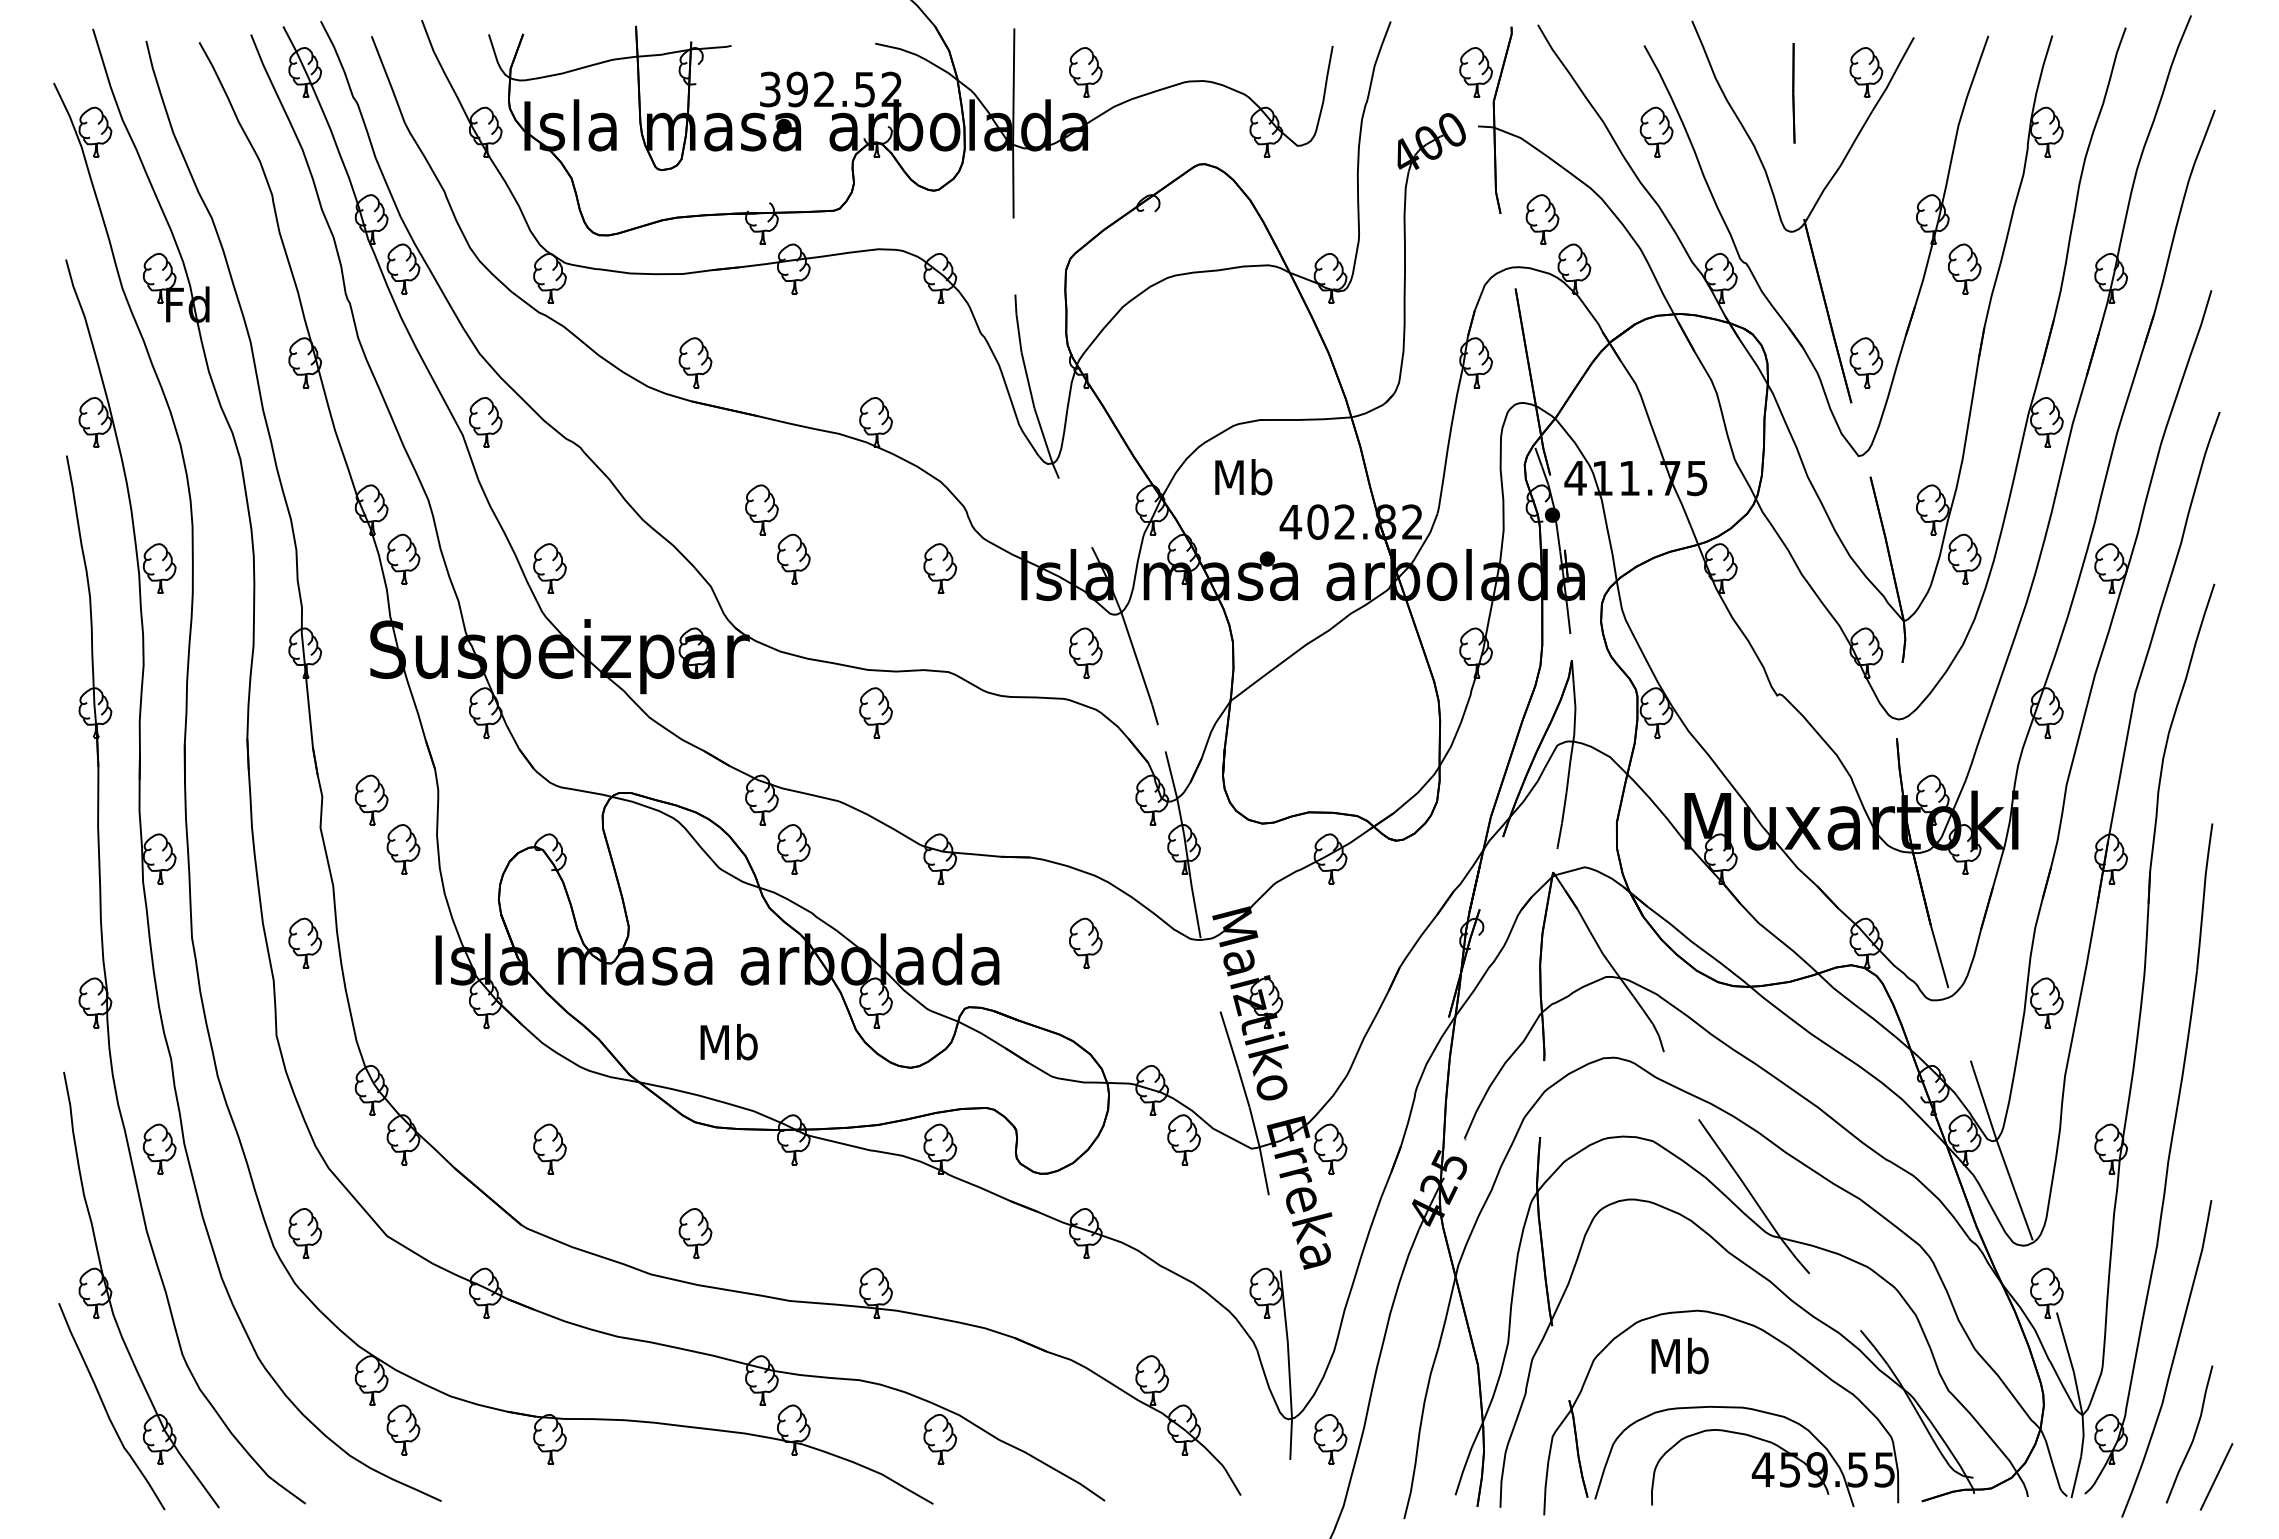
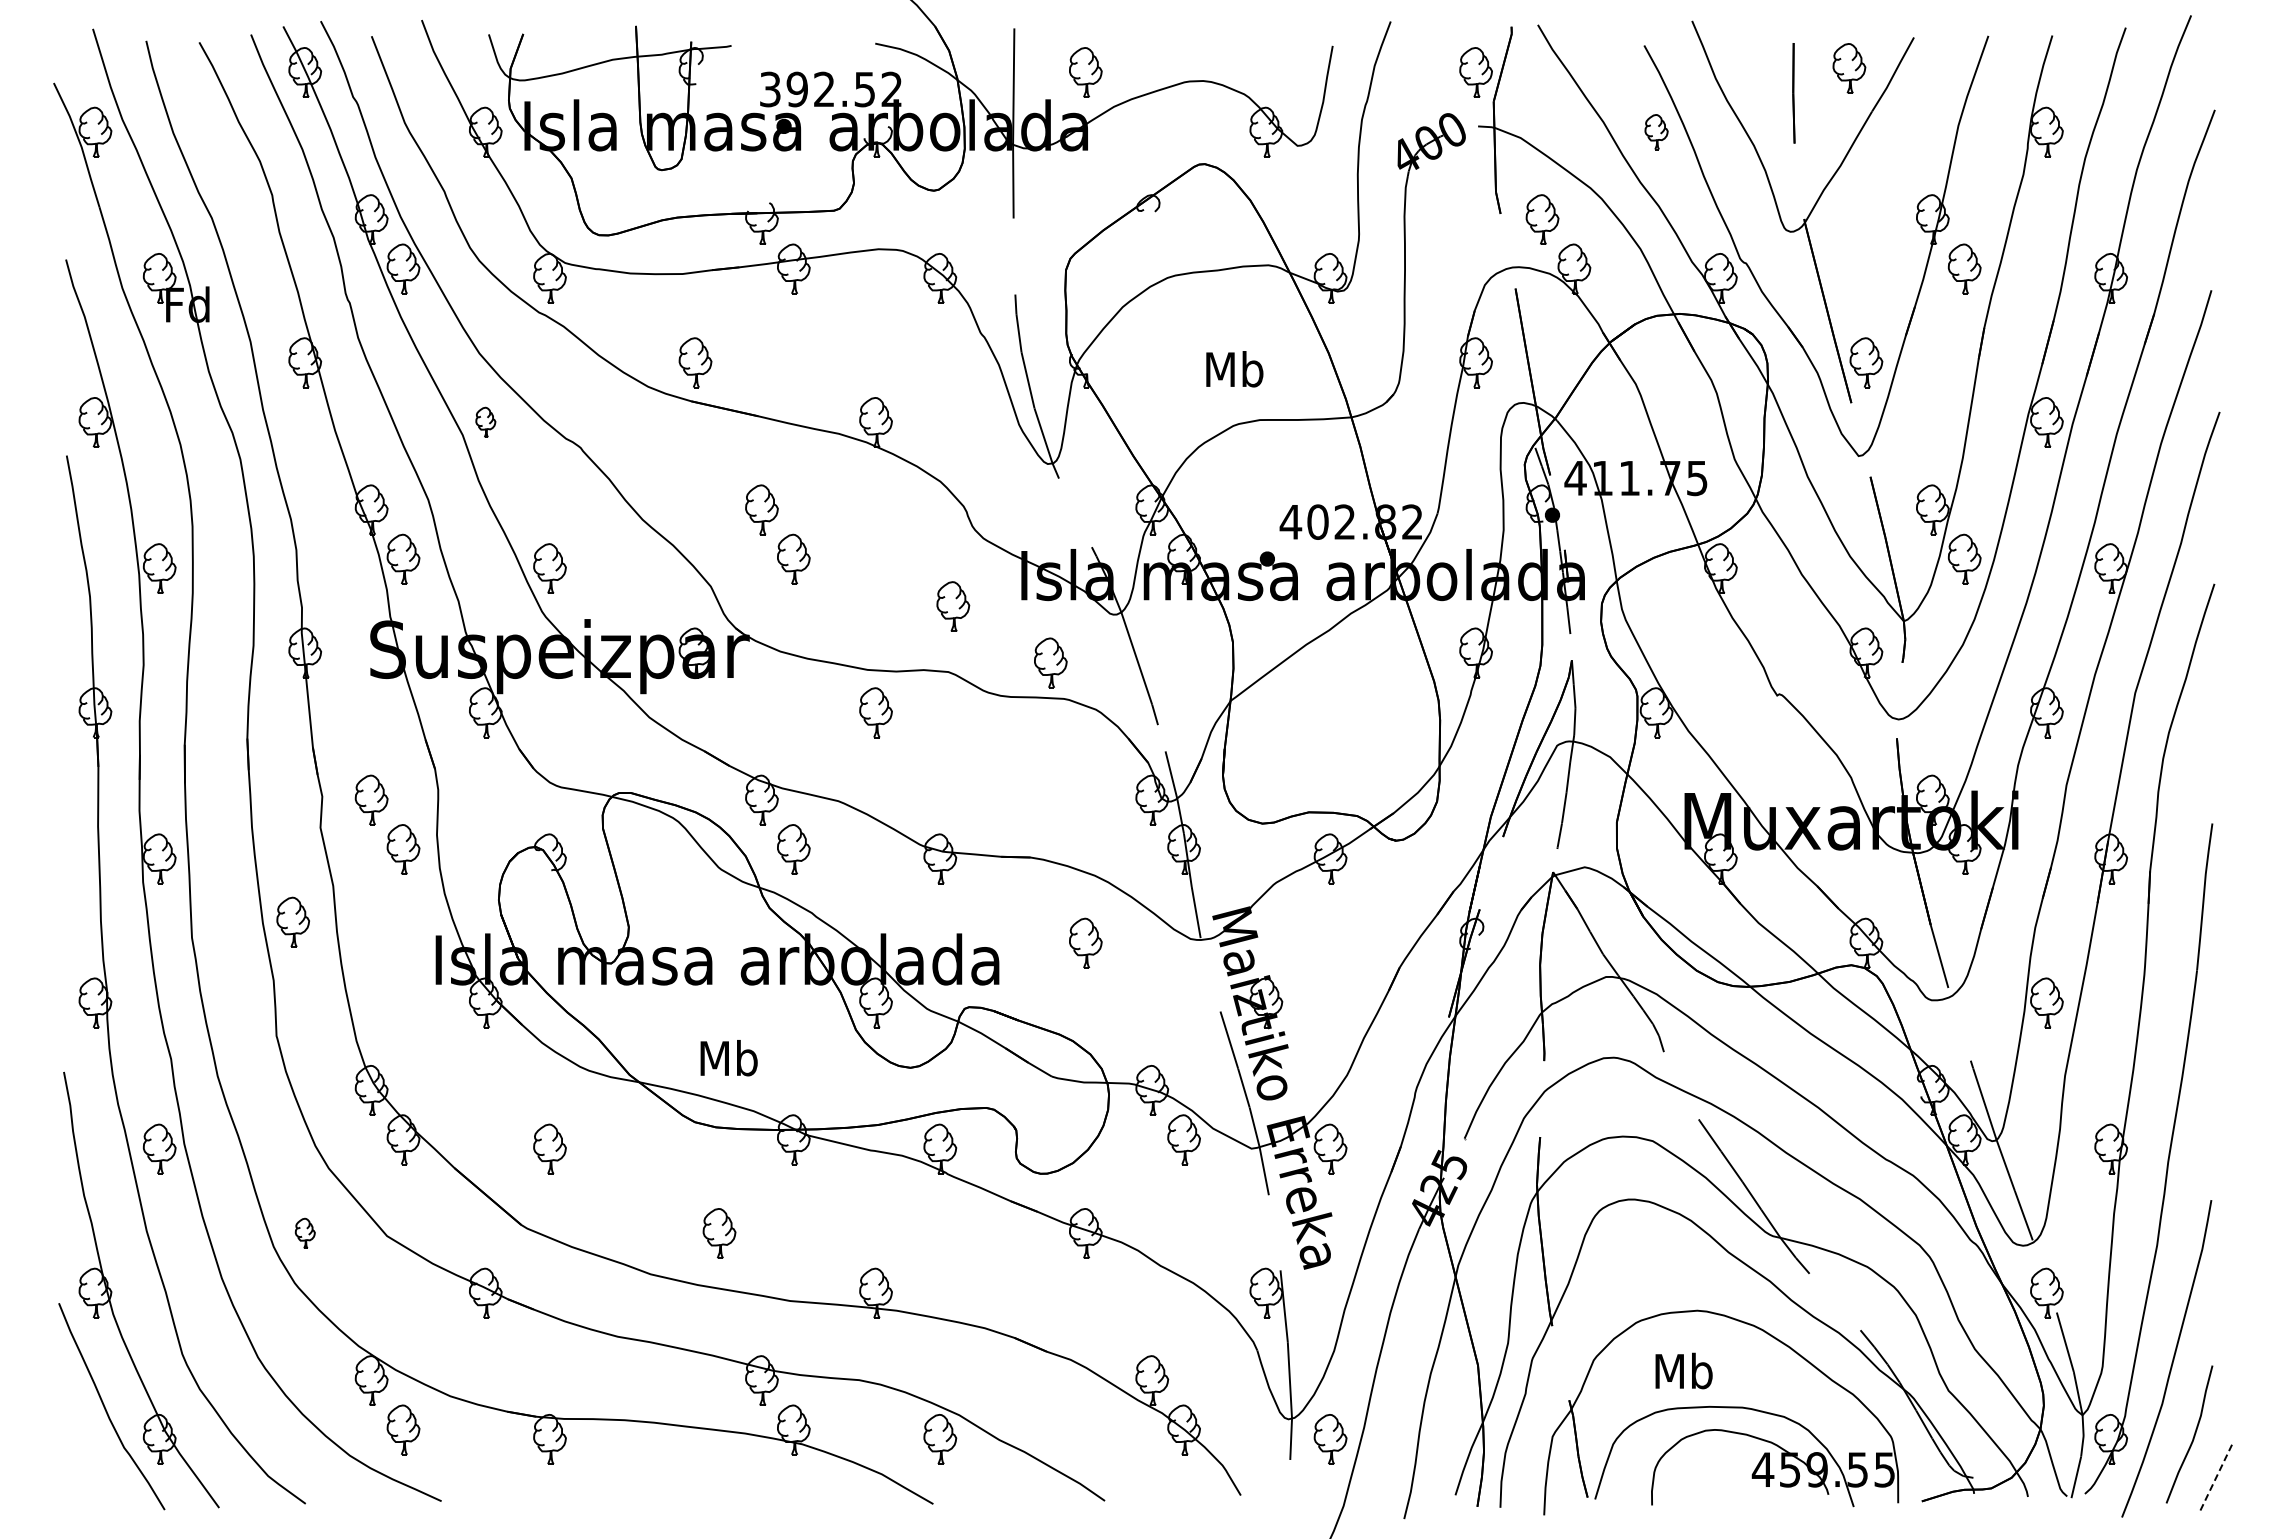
part at (1866, 72) position: (1866, 72) -> (1849, 68)
part at (1656, 131) size: 35x52 px -> 25x37 px
part at (485, 422) size: 34x51 px -> 22x32 px
text at (1243, 477) position: (1243, 477) -> (1234, 369)
part at (940, 568) position: (940, 568) -> (953, 606)
part at (1085, 652) position: (1085, 652) -> (1050, 662)
part at (304, 942) position: (304, 942) -> (292, 921)
text at (728, 1042) position: (728, 1042) -> (728, 1058)
part at (305, 1233) size: 35x51 px -> 22x32 px
part at (695, 1233) position: (695, 1233) -> (719, 1233)
text at (1679, 1355) position: (1679, 1355) -> (1683, 1370)
line at (2216, 1476): solid -> dashed
